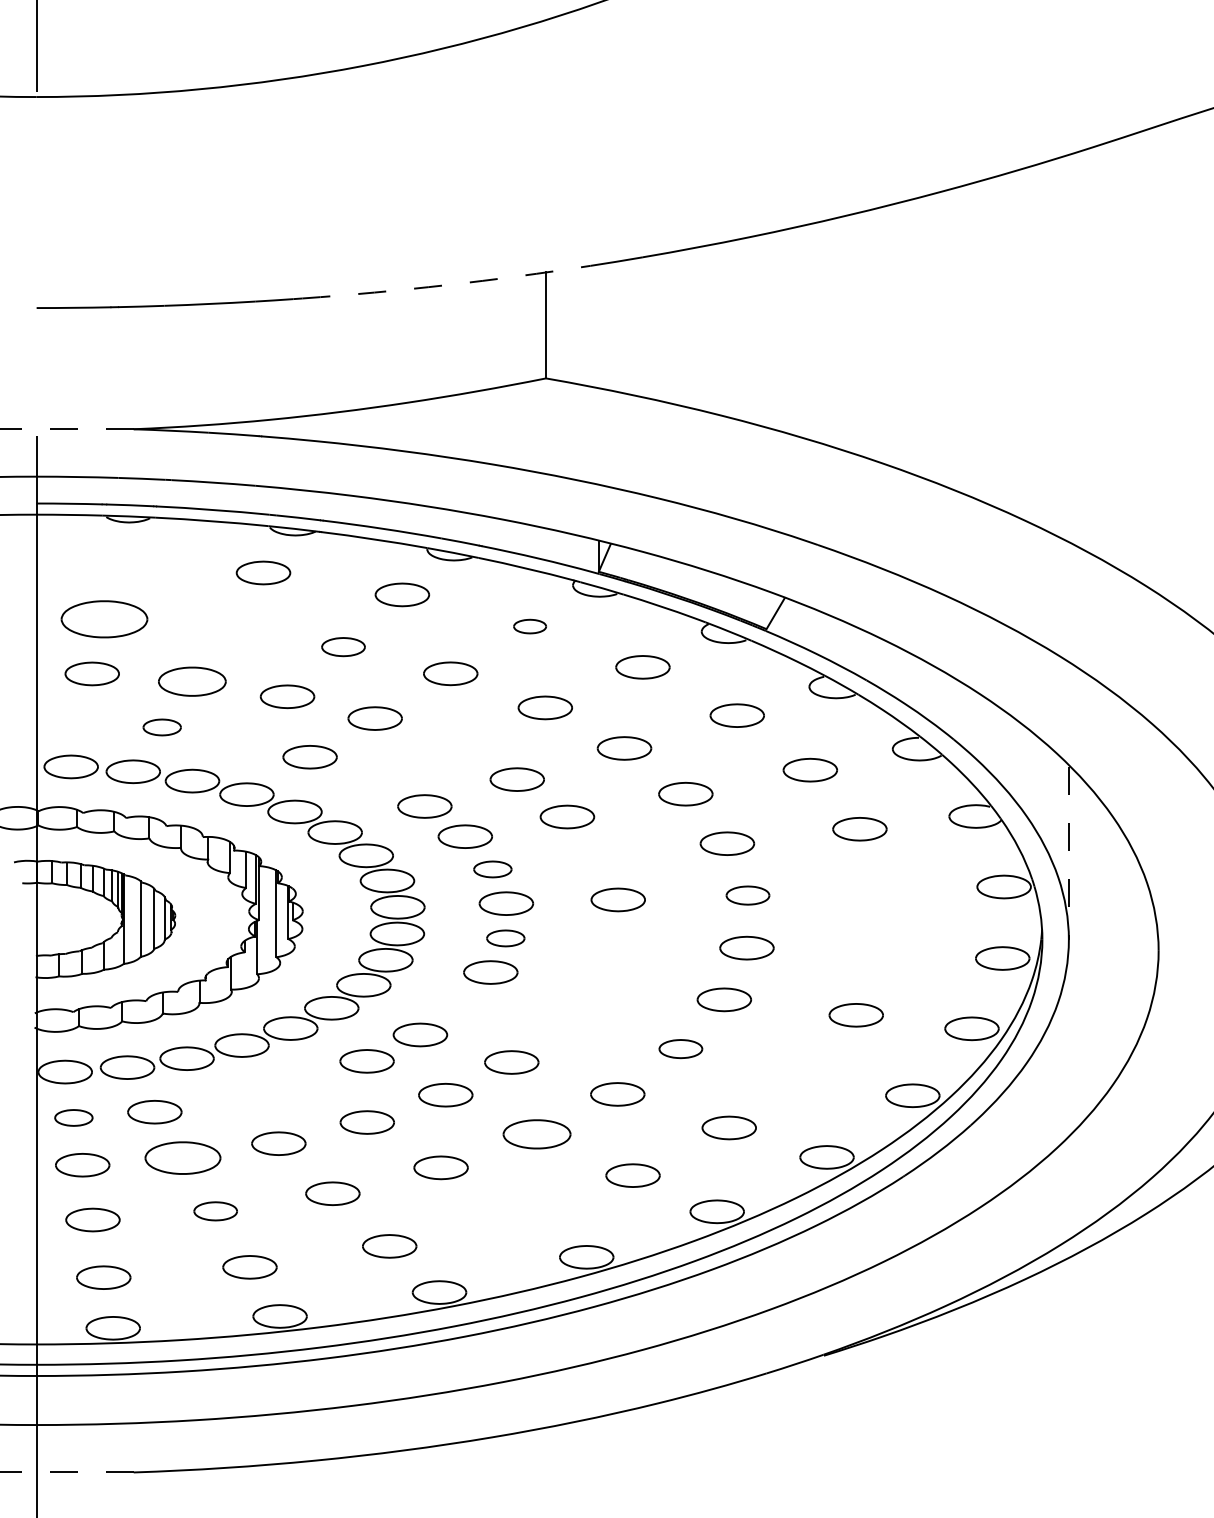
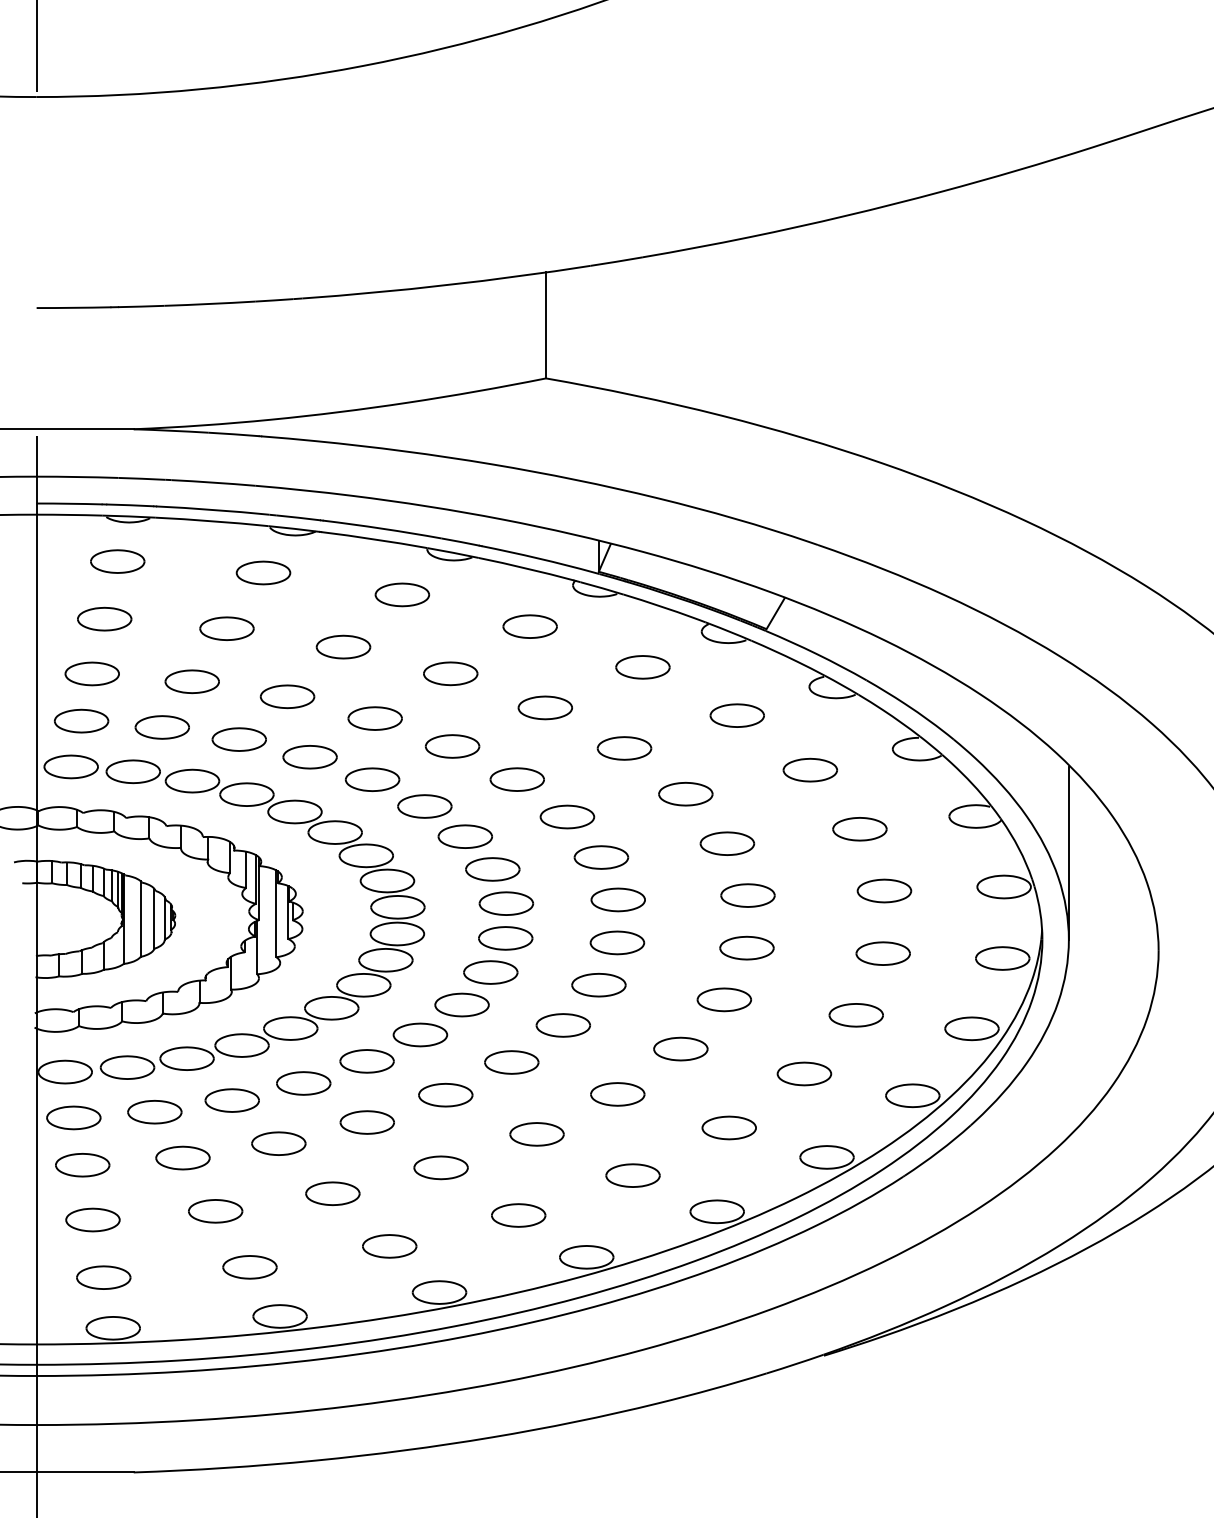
arc at (446, 285): dashed -> solid
line at (67, 429): dashed -> solid
part at (117, 561): none -> present
part at (104, 619) size: 89x39 px -> 56x26 px
part at (530, 626) size: 35x17 px -> 56x25 px
part at (226, 628): none -> present
part at (343, 647) size: 45x21 px -> 57x26 px
part at (192, 681) size: 69x31 px -> 56x26 px
part at (81, 720): none -> present
part at (161, 727) size: 40x19 px -> 56x25 px
part at (238, 739): none -> present
part at (452, 746): none -> present
part at (372, 779): none -> present
line at (1068, 853): dashed -> solid
part at (601, 857): none -> present
part at (492, 869) size: 40x19 px -> 56x25 px
part at (884, 890): none -> present
part at (747, 895) size: 46x21 px -> 56x25 px
part at (505, 938) size: 40x19 px -> 56x25 px
part at (617, 942): none -> present
part at (882, 953): none -> present
part at (598, 985): none -> present
part at (461, 1004): none -> present
part at (562, 1025): none -> present
part at (680, 1049) size: 46x21 px -> 56x26 px
part at (804, 1073): none -> present
part at (303, 1083): none -> present
part at (231, 1100): none -> present
part at (73, 1117) size: 40x18 px -> 56x26 px
part at (536, 1134) size: 70x31 px -> 56x25 px
part at (182, 1157) size: 78x34 px -> 56x26 px
part at (215, 1211) size: 45x21 px -> 56x25 px
part at (518, 1215): none -> present
line at (67, 1472): dashed -> solid
